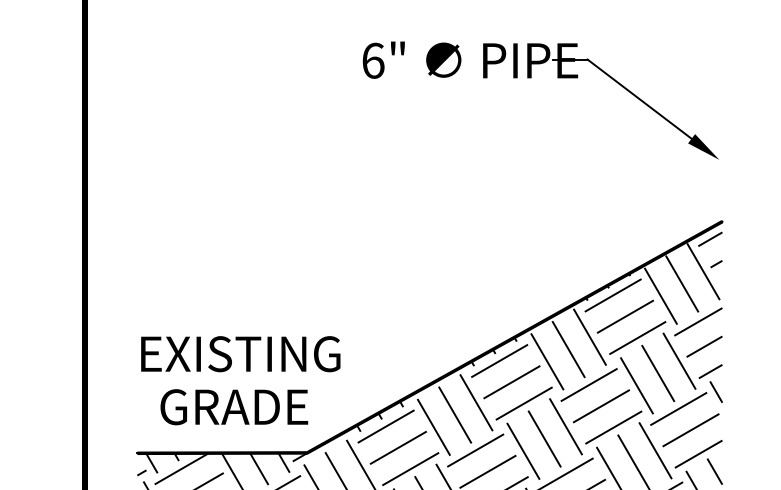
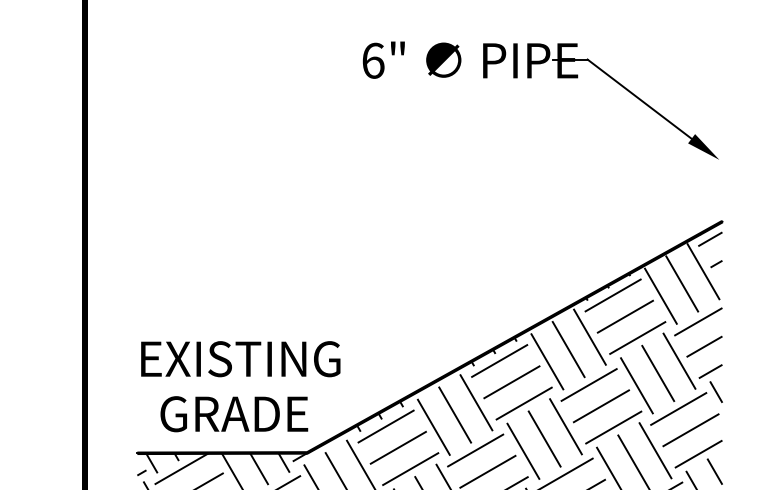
text at (240, 354) position: (240, 354) -> (240, 359)
text at (234, 407) position: (234, 407) -> (234, 414)
